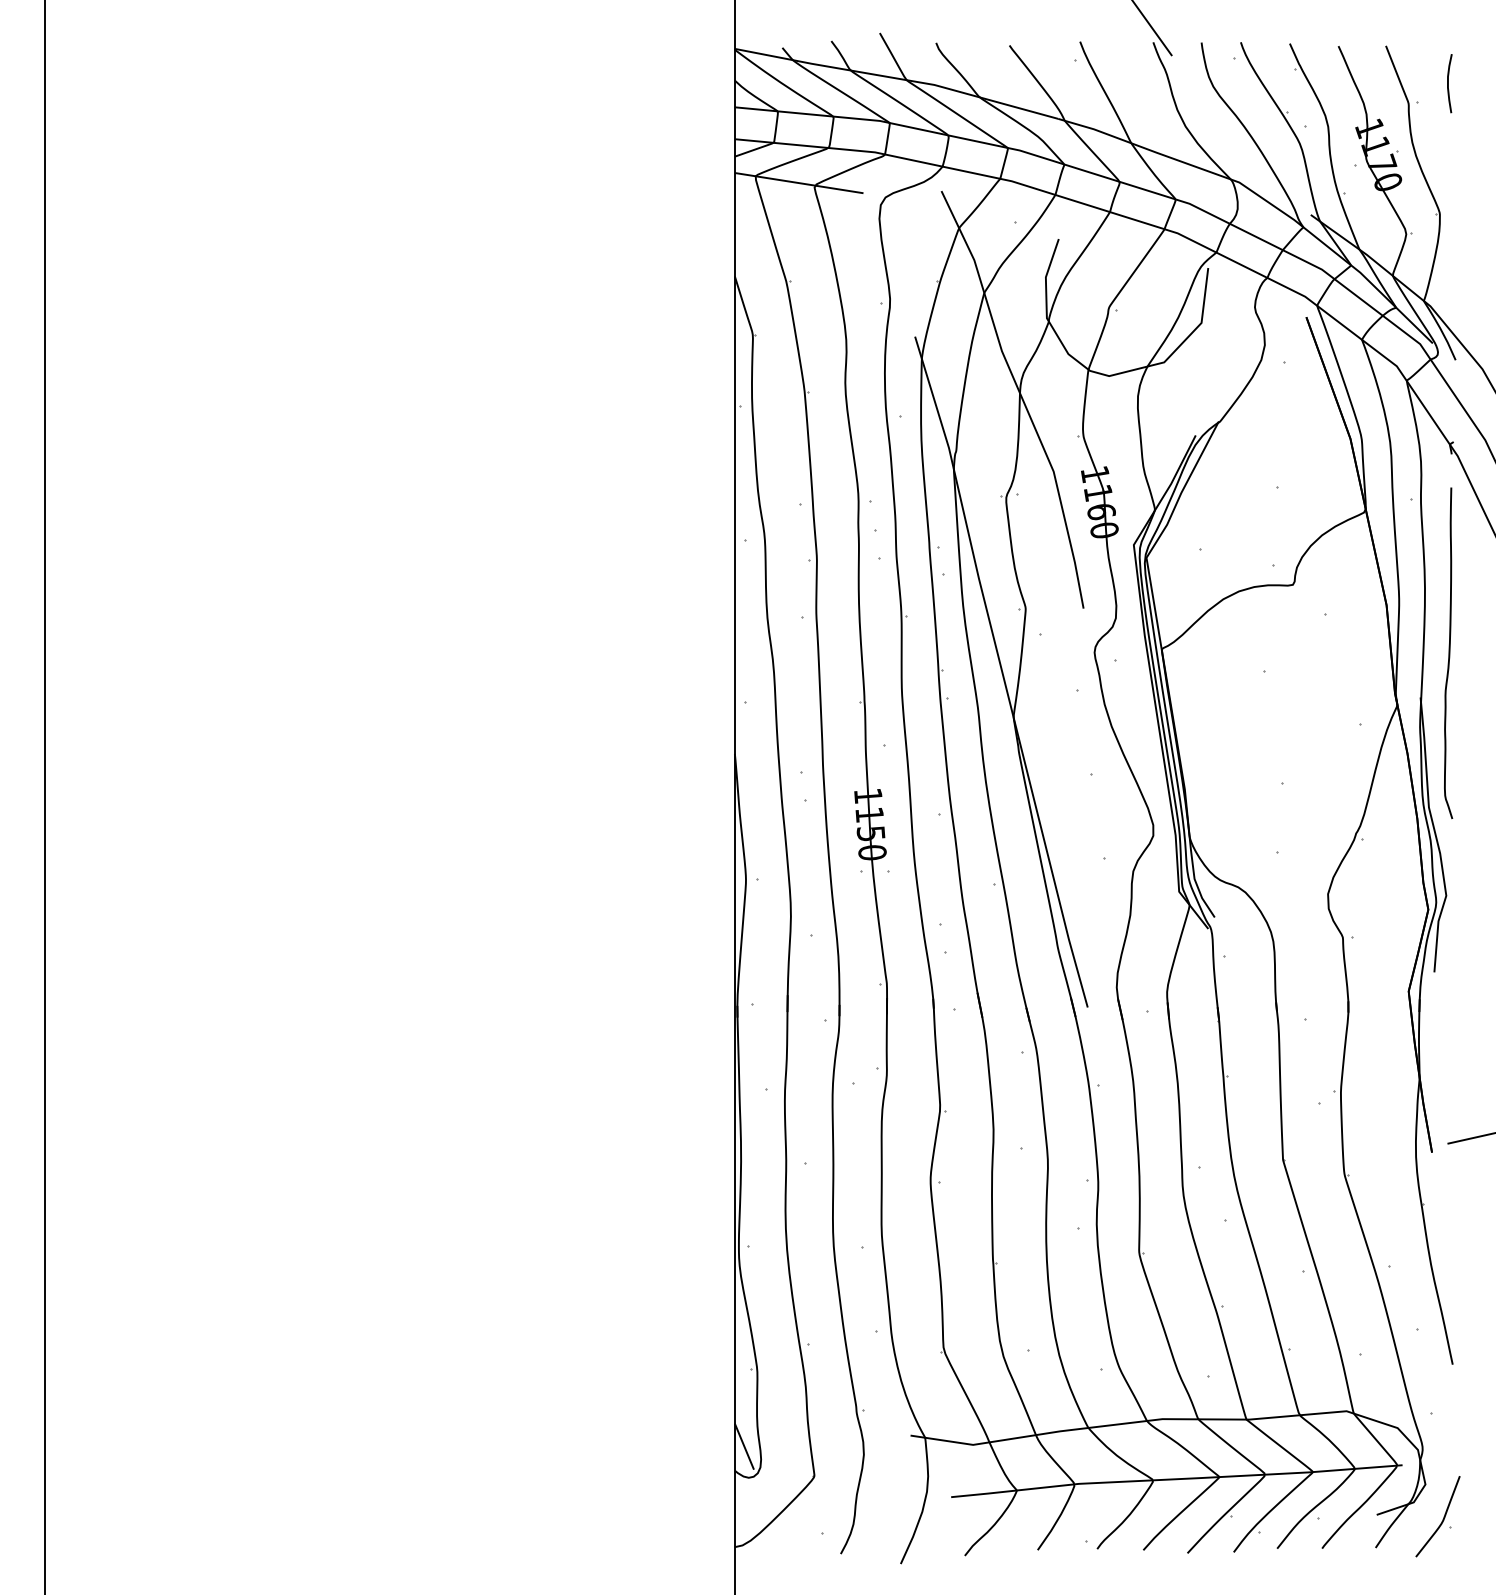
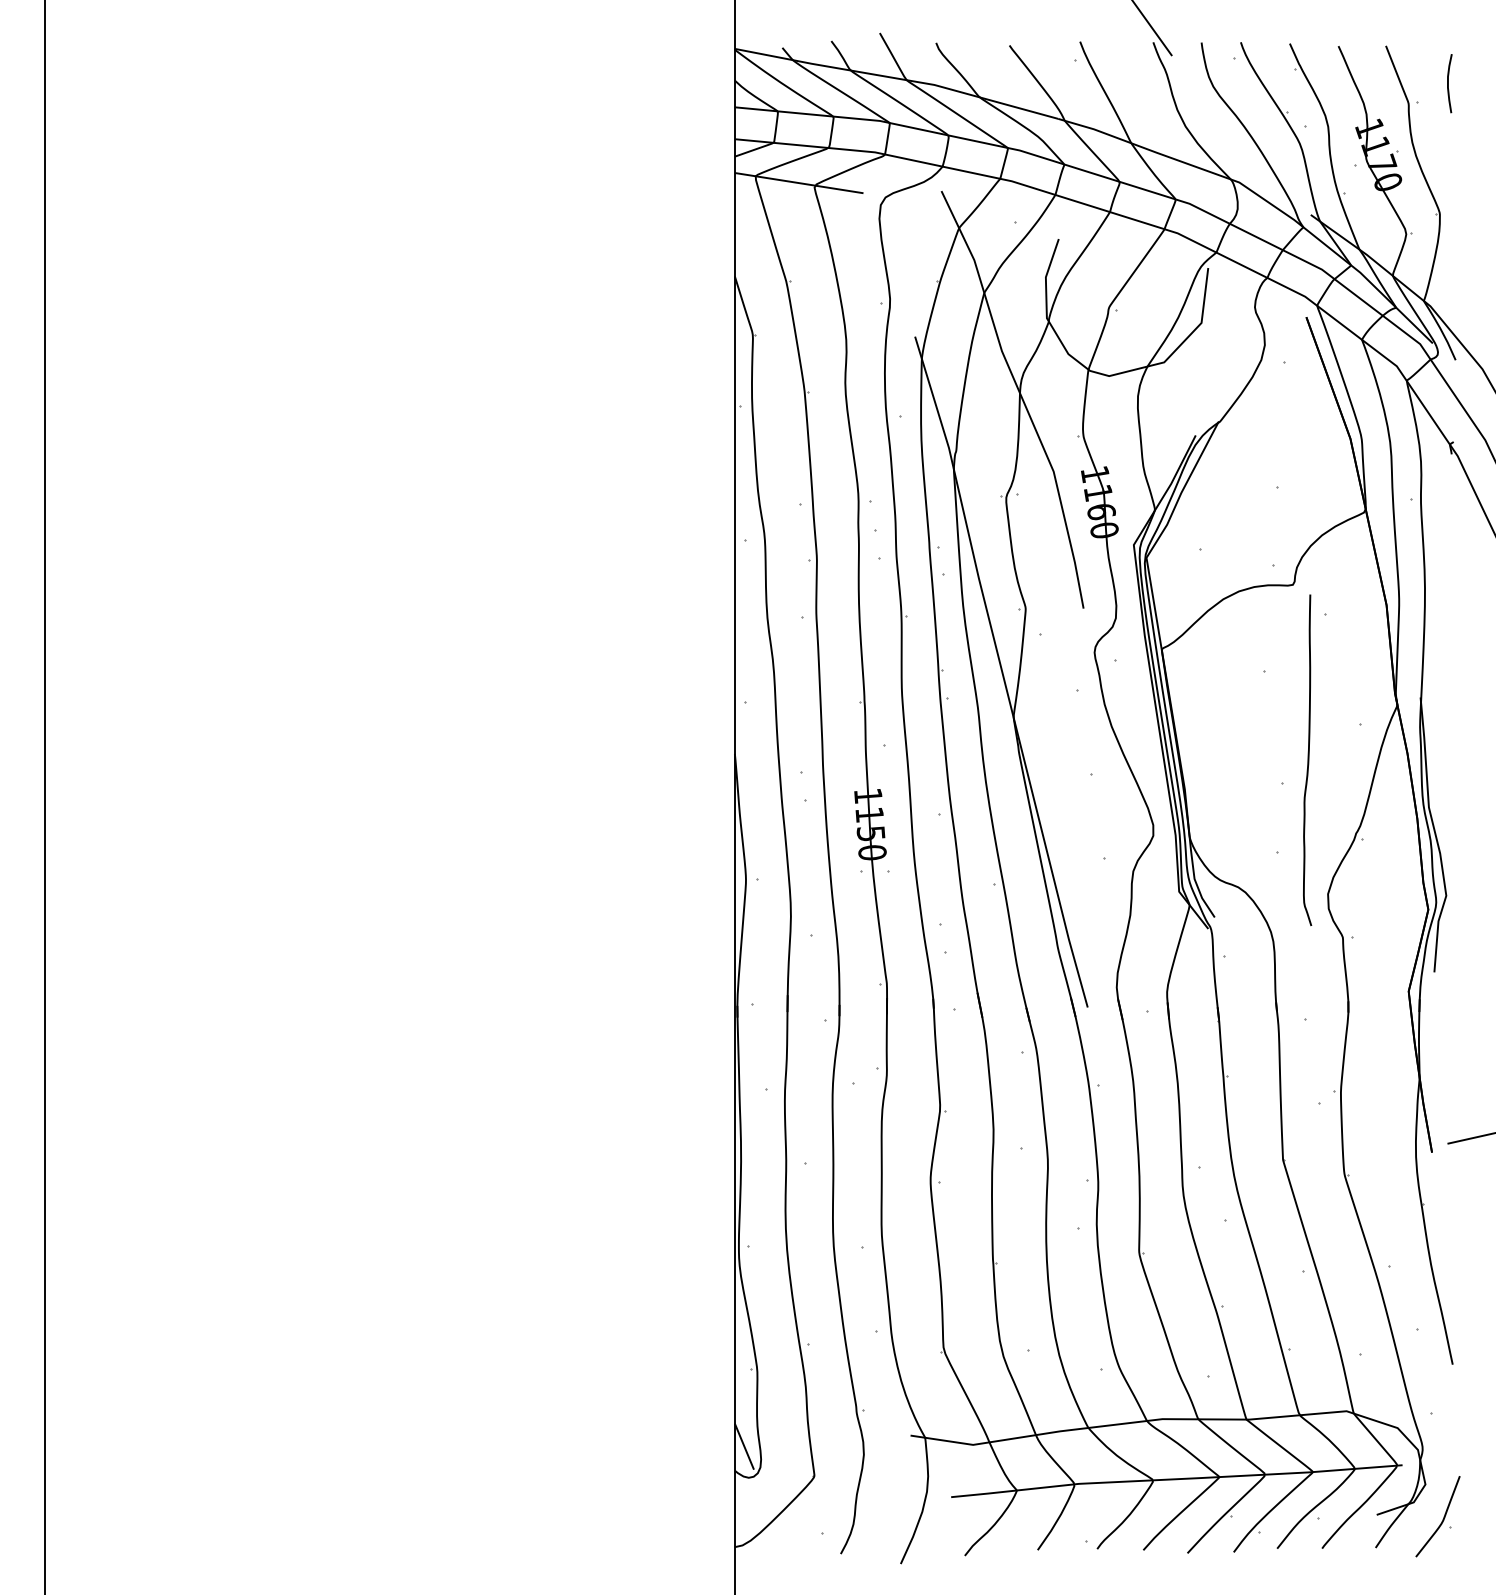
curve at (1448, 653) position: (1448, 653) -> (1307, 760)
